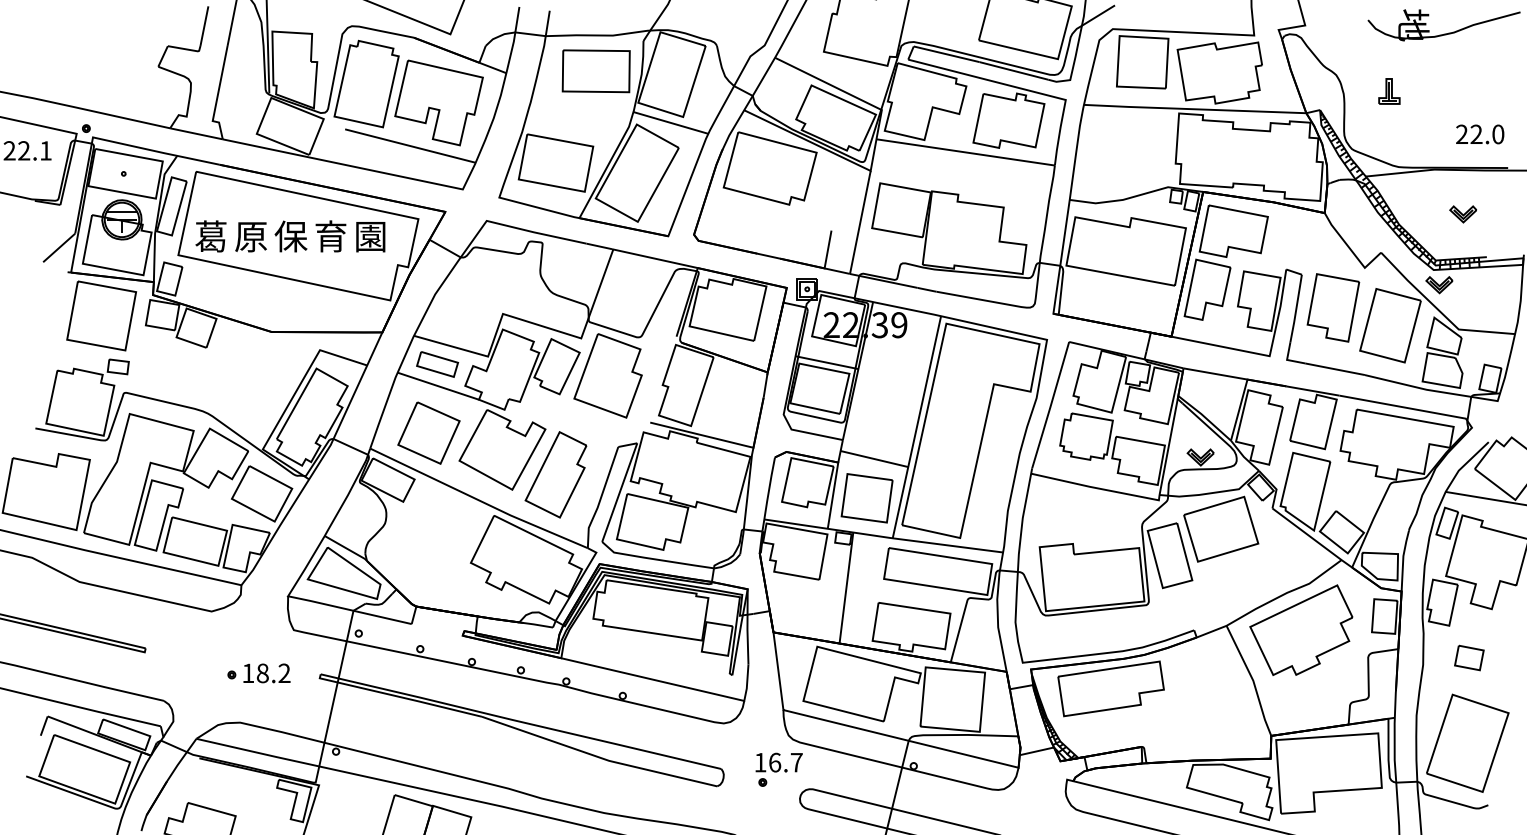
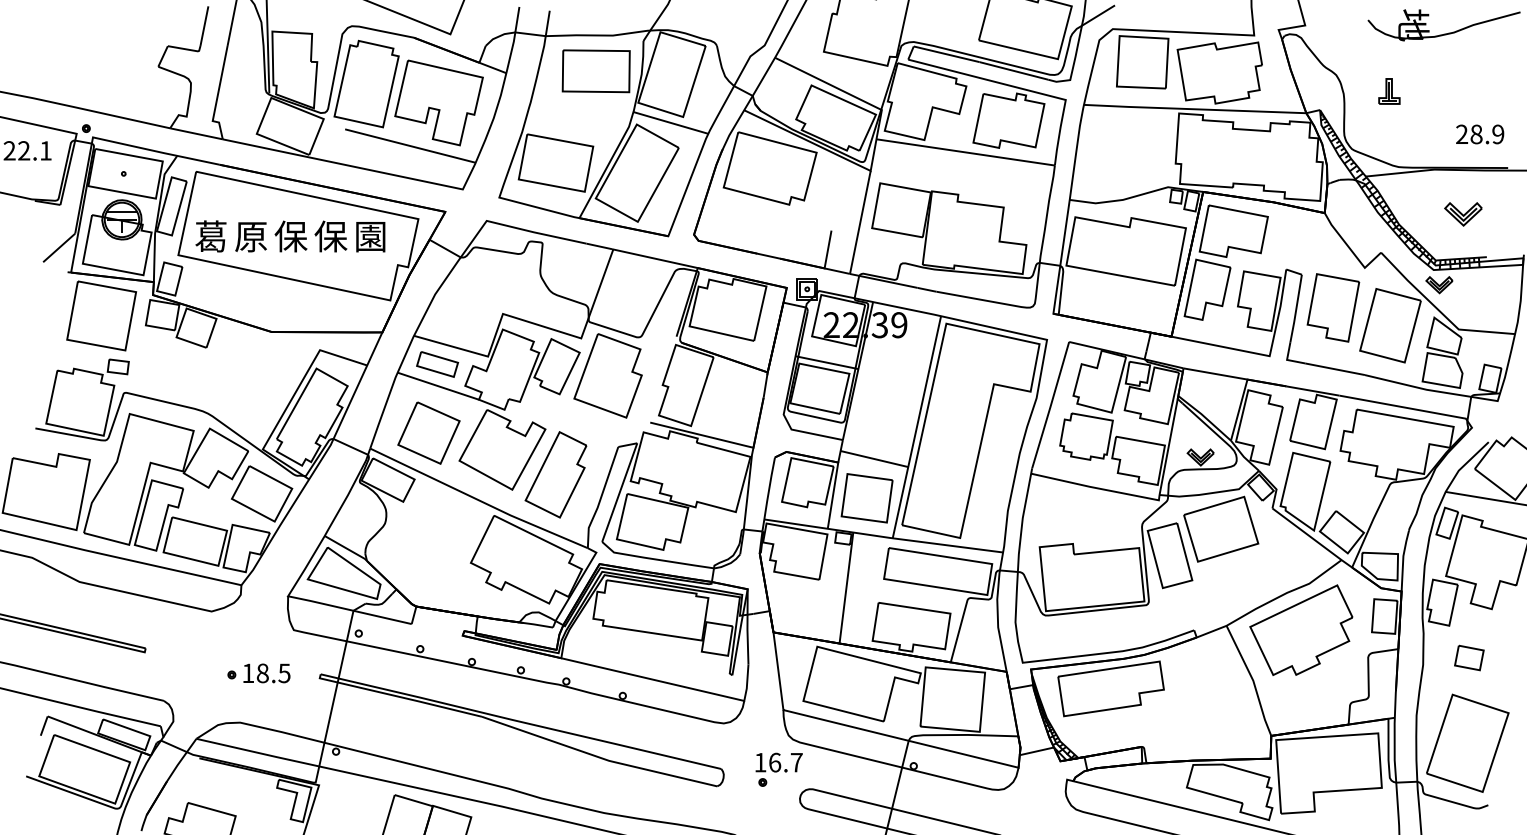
text at (1487, 134): 22.0 -> 28.9
part at (1462, 214) size: 28x19 px -> 39x25 px
text at (330, 236): 育 -> 保
text at (284, 673): 18.2 -> 18.5
